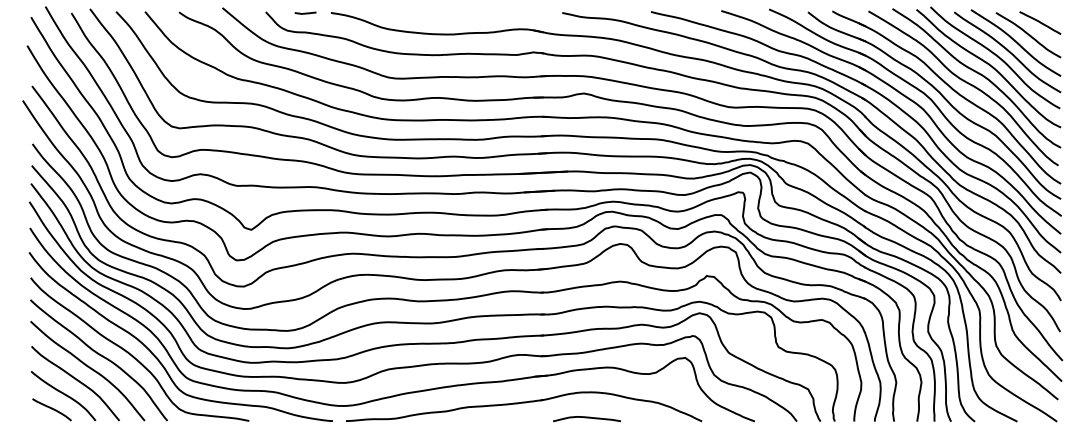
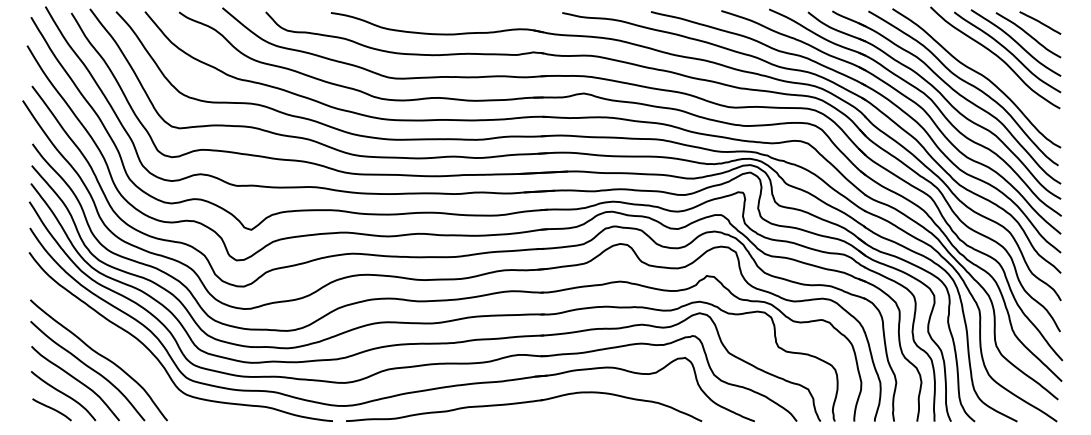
line at (305, 12): present -> none
curve at (990, 66): present -> none
curve at (133, 355): present -> none
curve at (586, 418): present -> none
